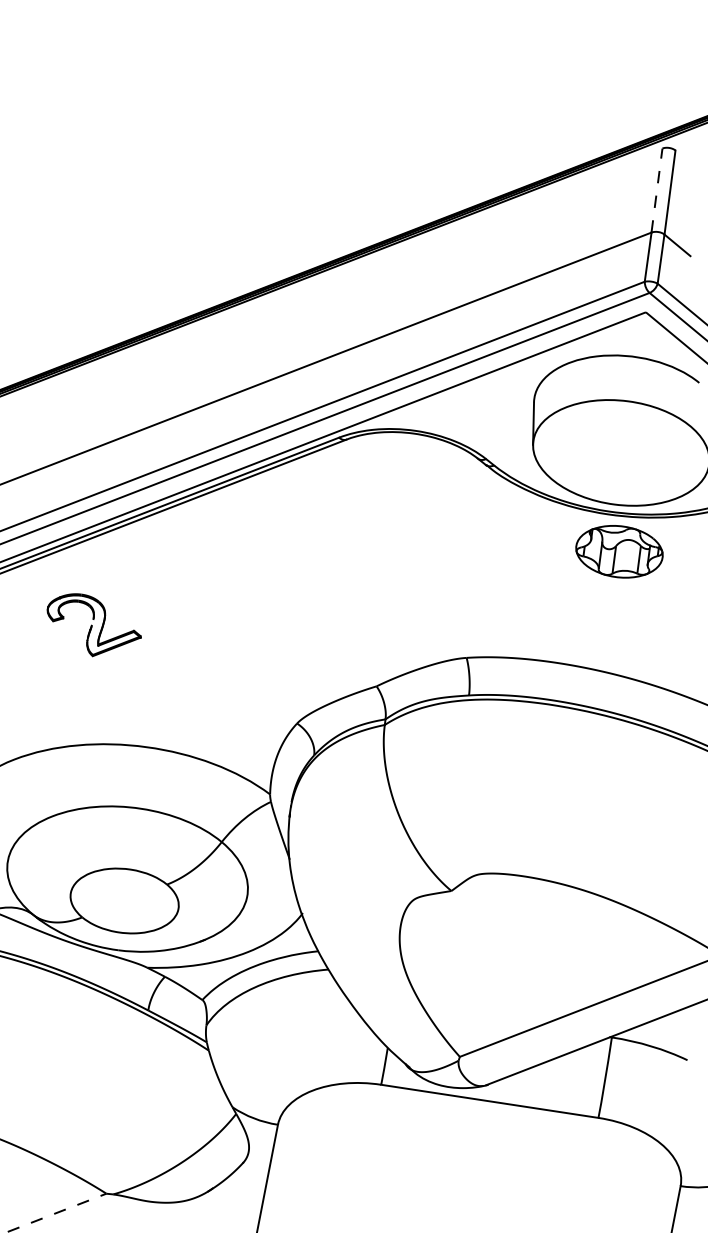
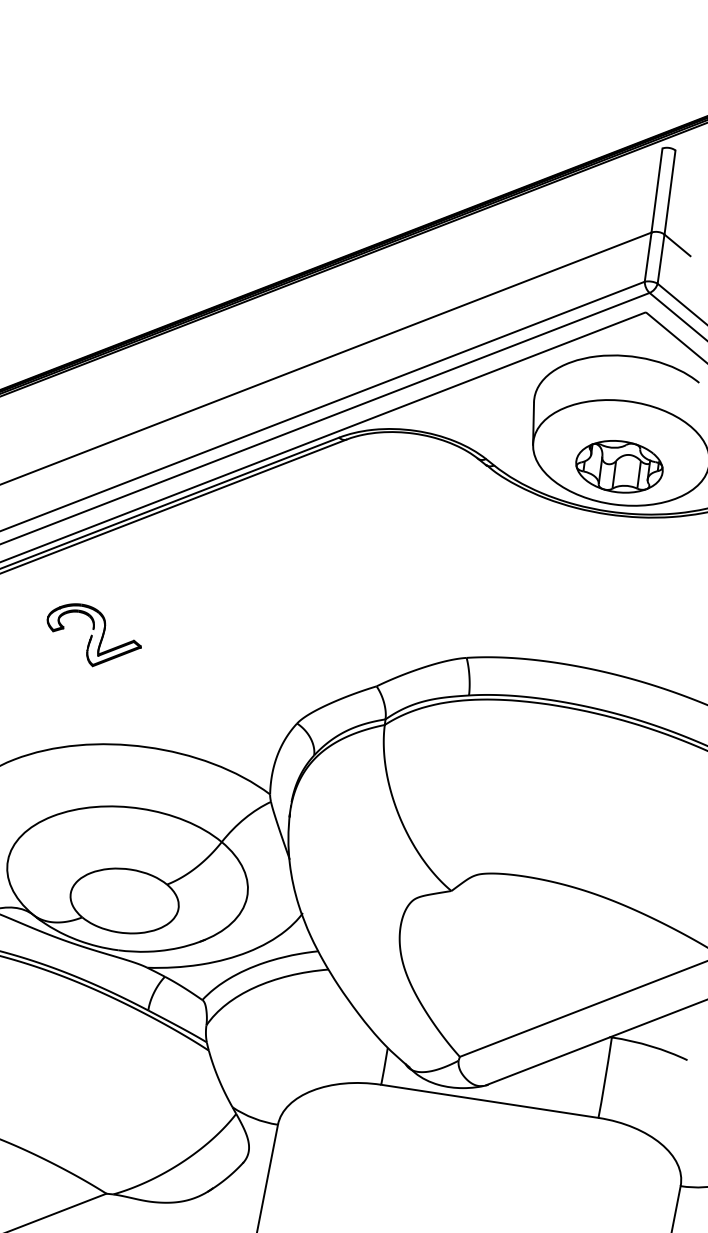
line at (657, 190): dashed -> solid
part at (619, 551) position: (619, 551) -> (619, 466)
part at (93, 625) position: (93, 625) -> (93, 635)
line at (56, 1213): dashed -> solid
